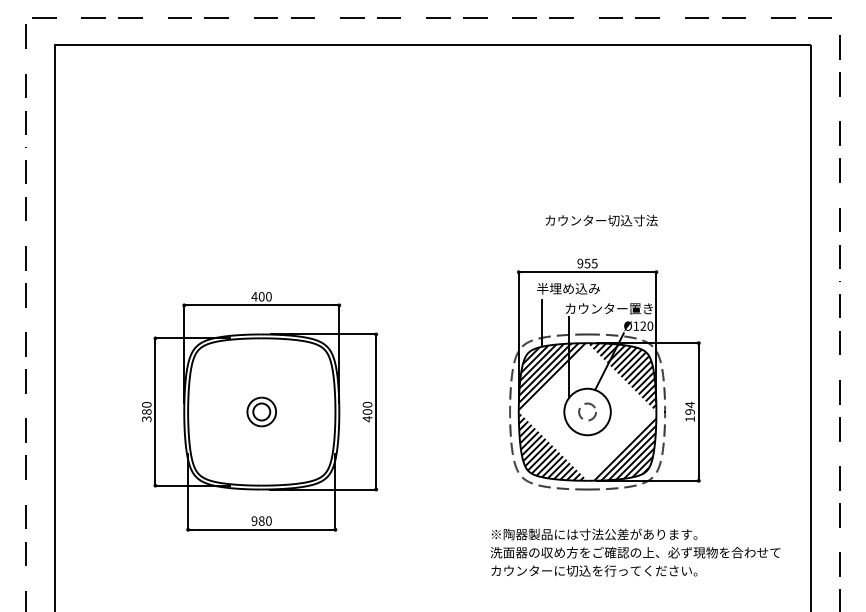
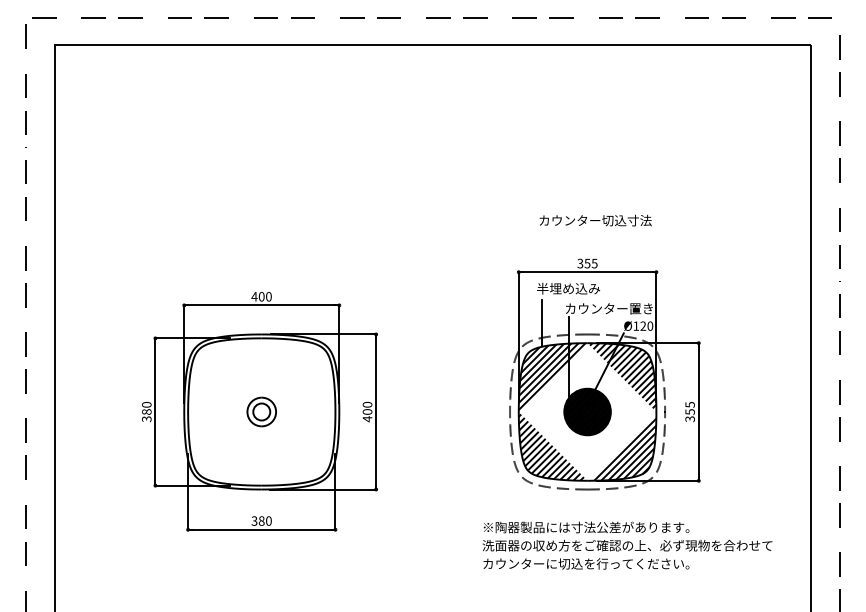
text at (601, 220) position: (601, 220) -> (595, 220)
text at (580, 263): 955 -> 355
hatch at (587, 411): none -> present
text at (689, 411): 194 -> 355
text at (254, 520): 980 -> 380
text at (635, 552) position: (635, 552) -> (627, 545)
